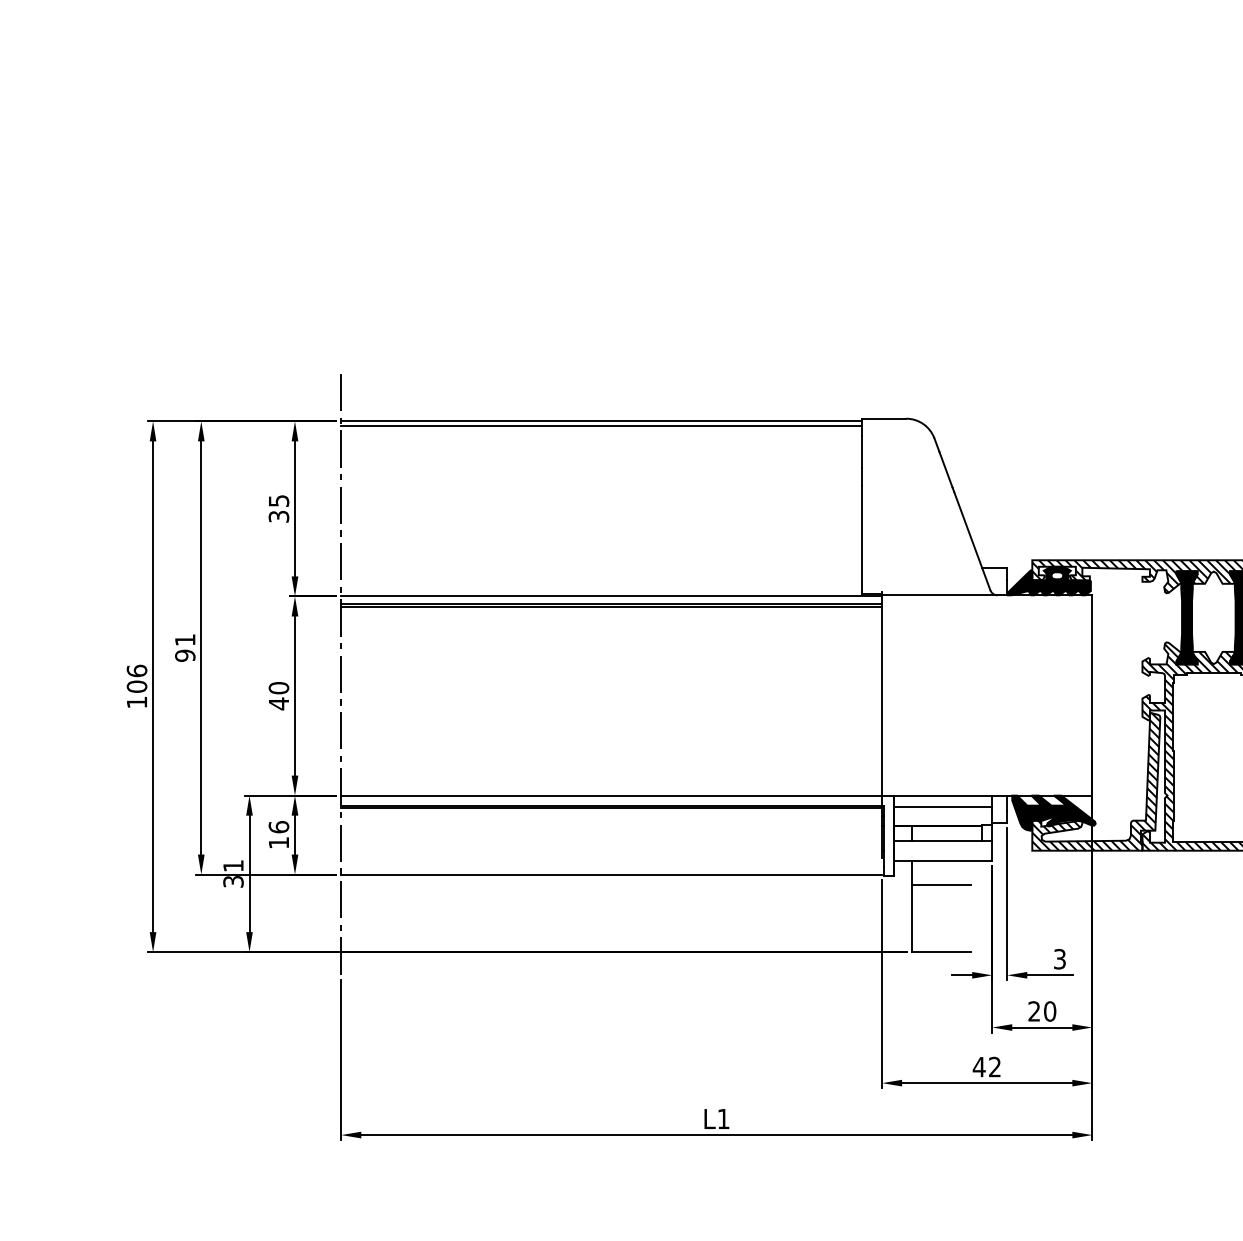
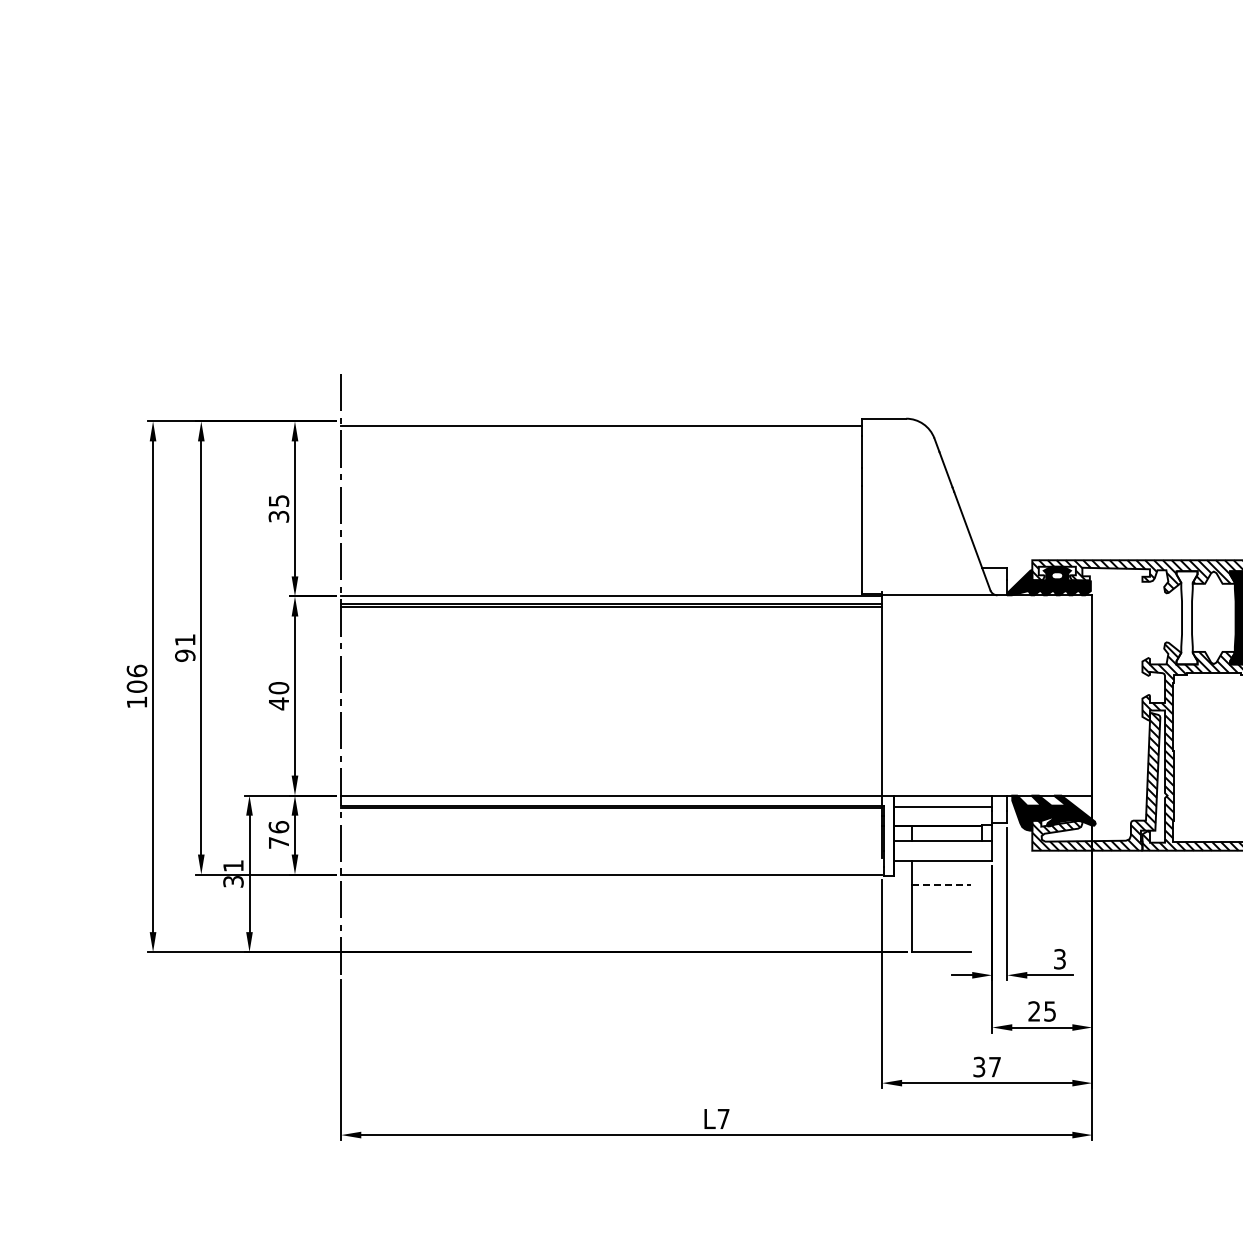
line at (601, 421): present -> none
fill at (1186, 617): present -> none
text at (278, 842): 16 -> 76
line at (941, 884): solid -> dashed
text at (1050, 1011): 20 -> 25
text at (986, 1066): 42 -> 37
text at (723, 1118): L1 -> L7
